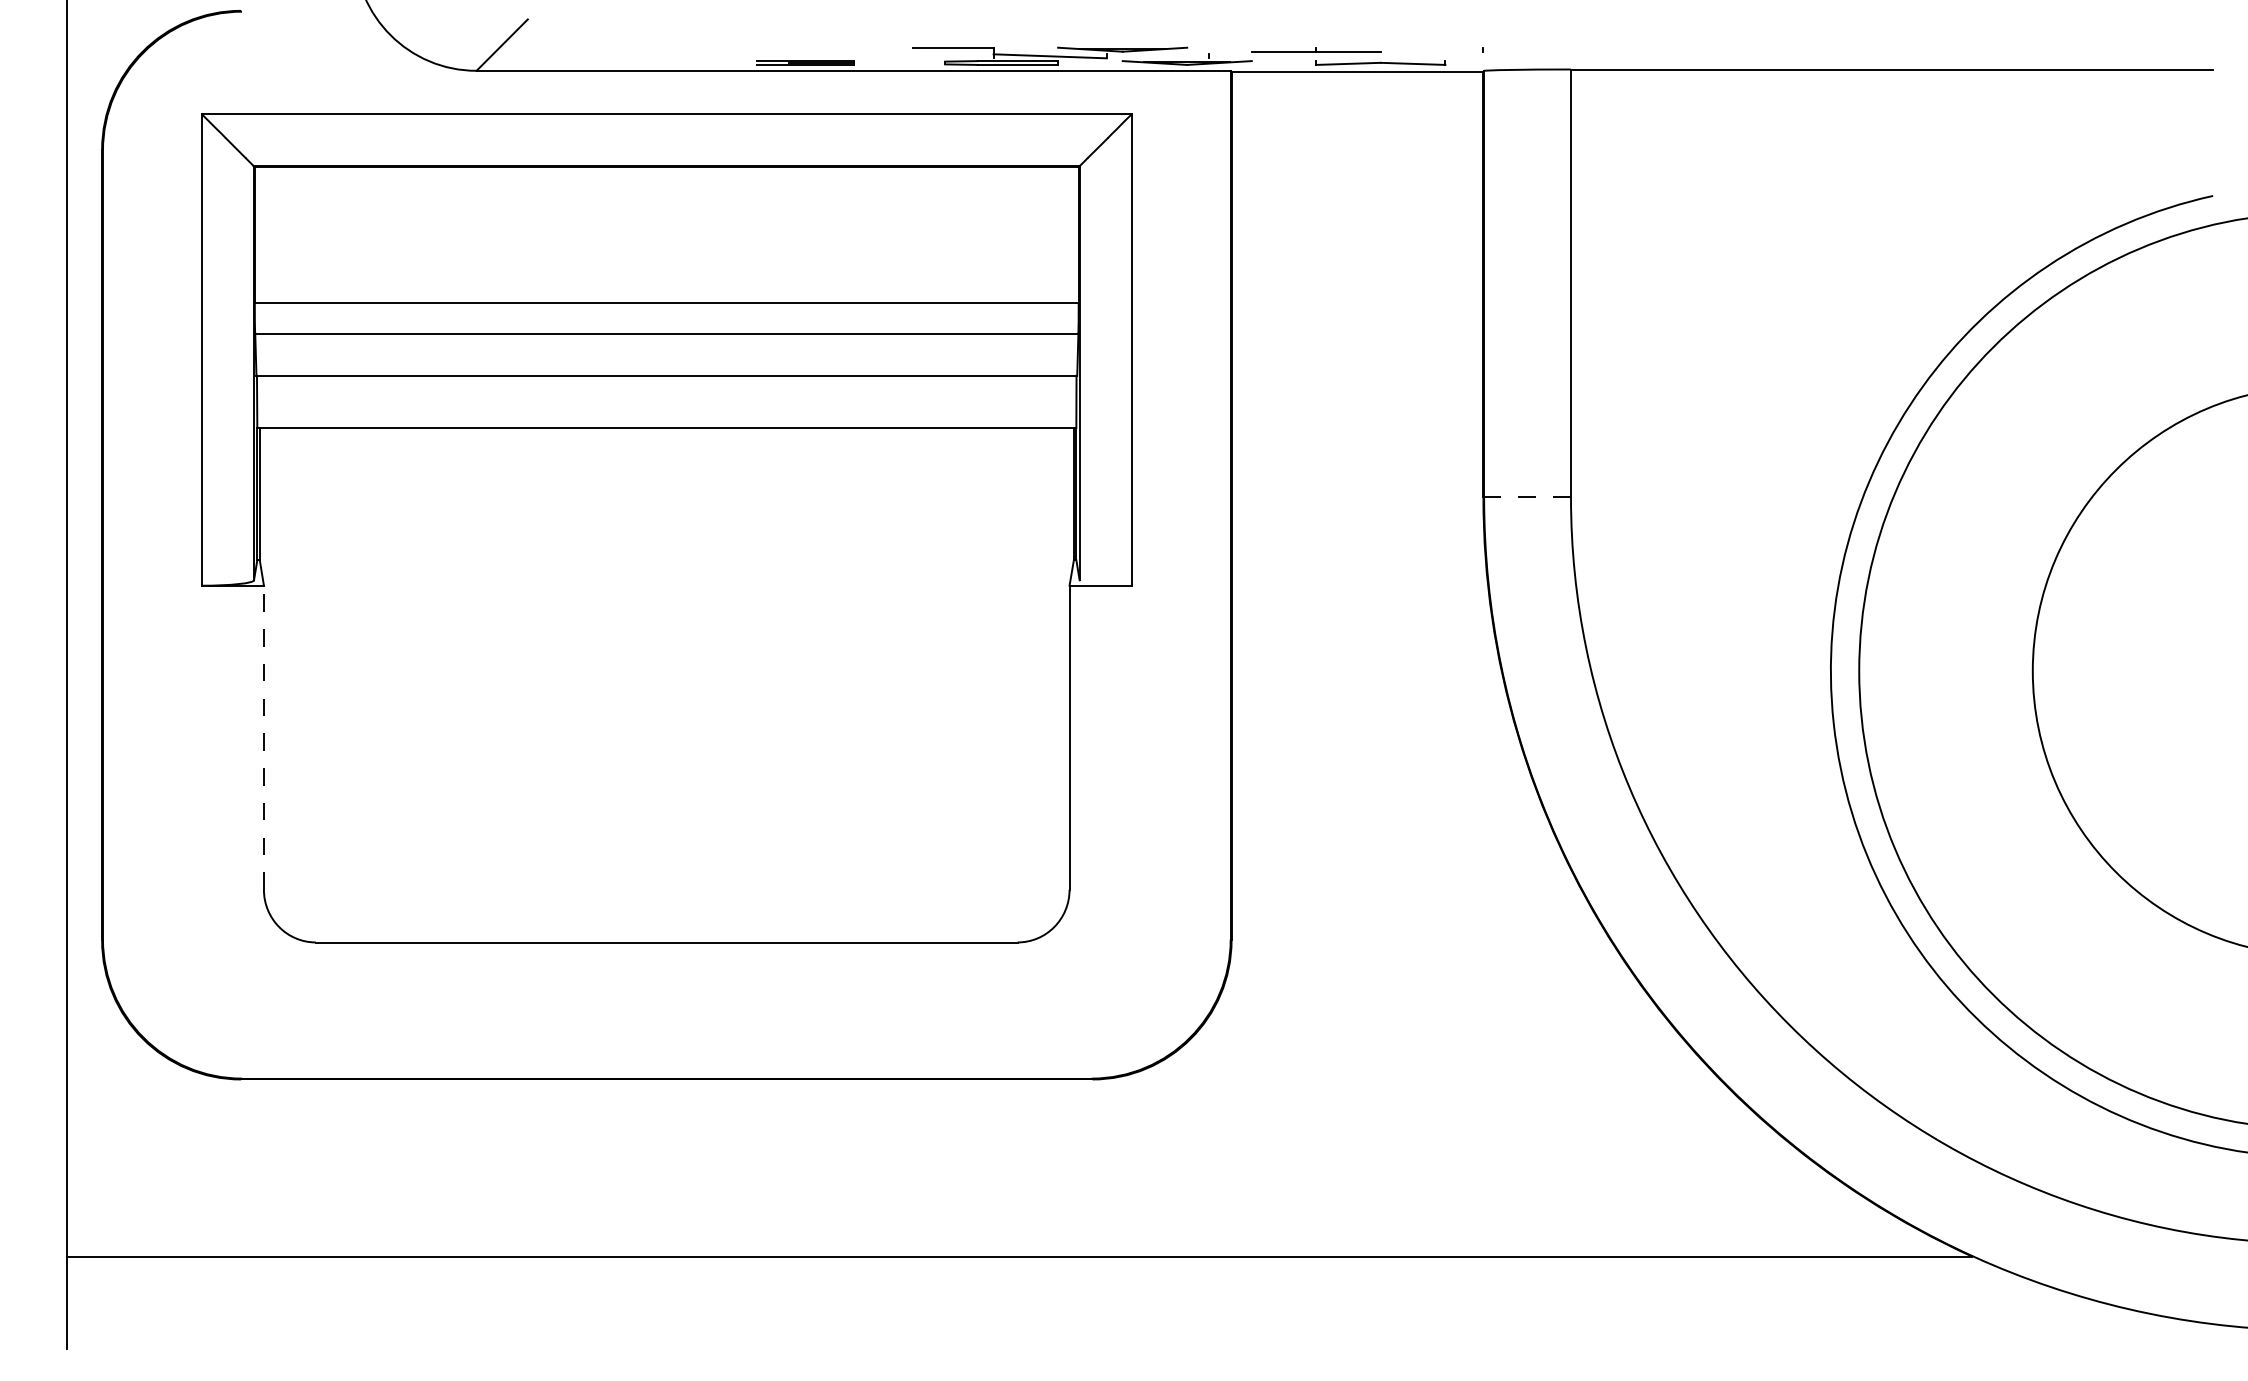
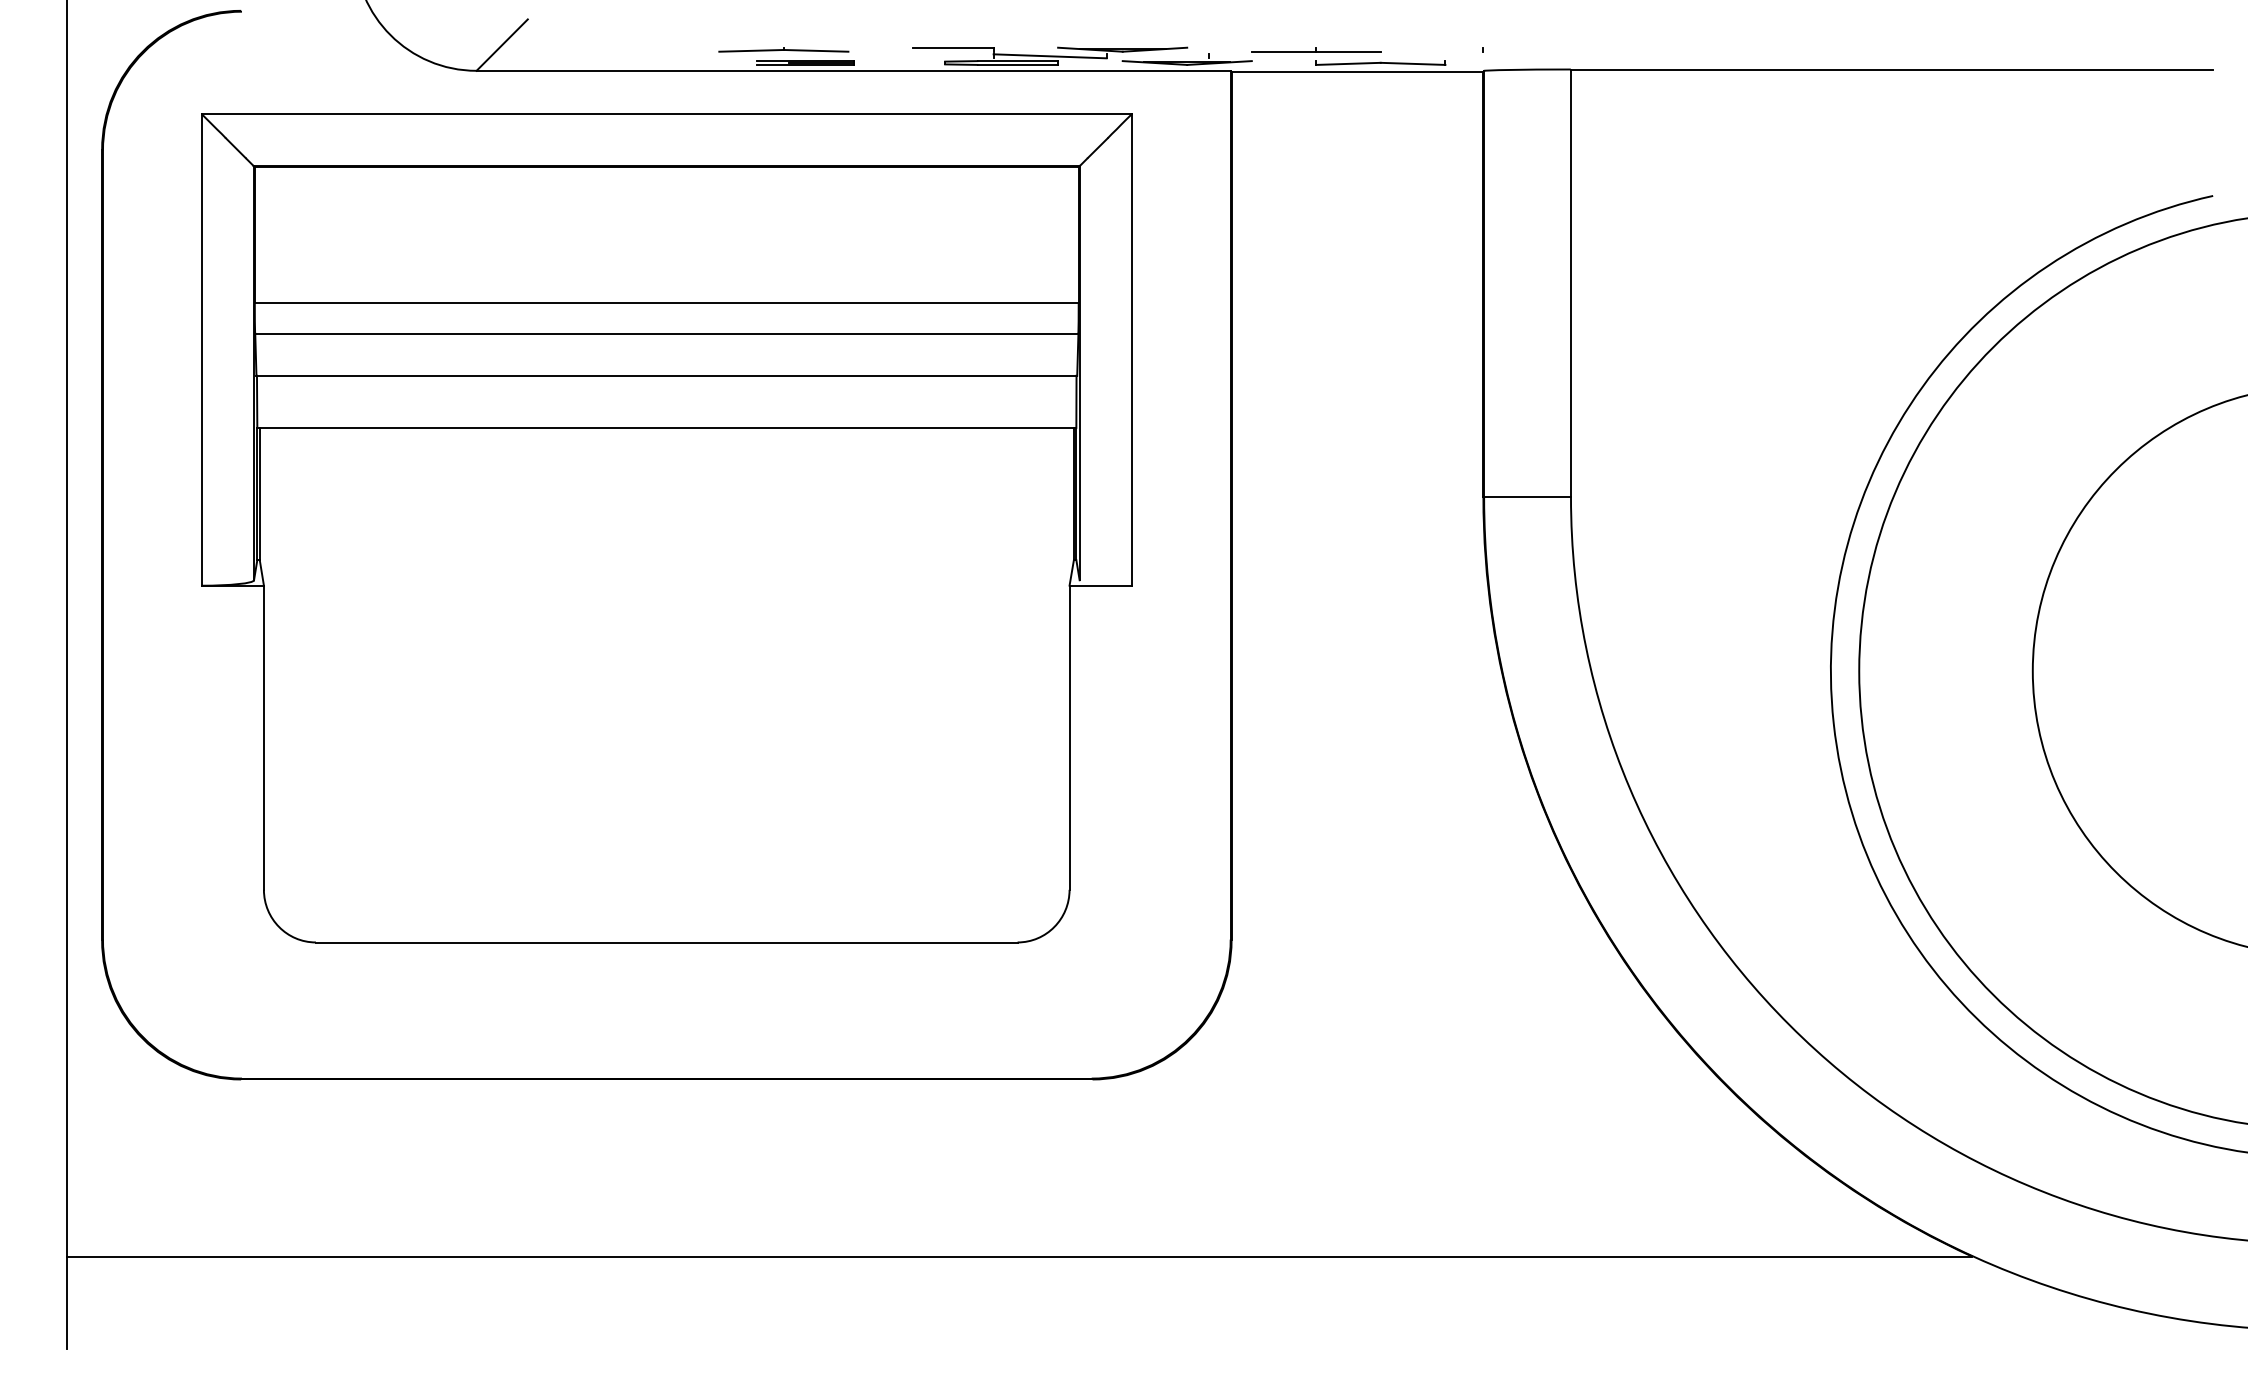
part at (783, 49): none -> present
line at (1527, 497): dashed -> solid
line at (263, 737): dashed -> solid
